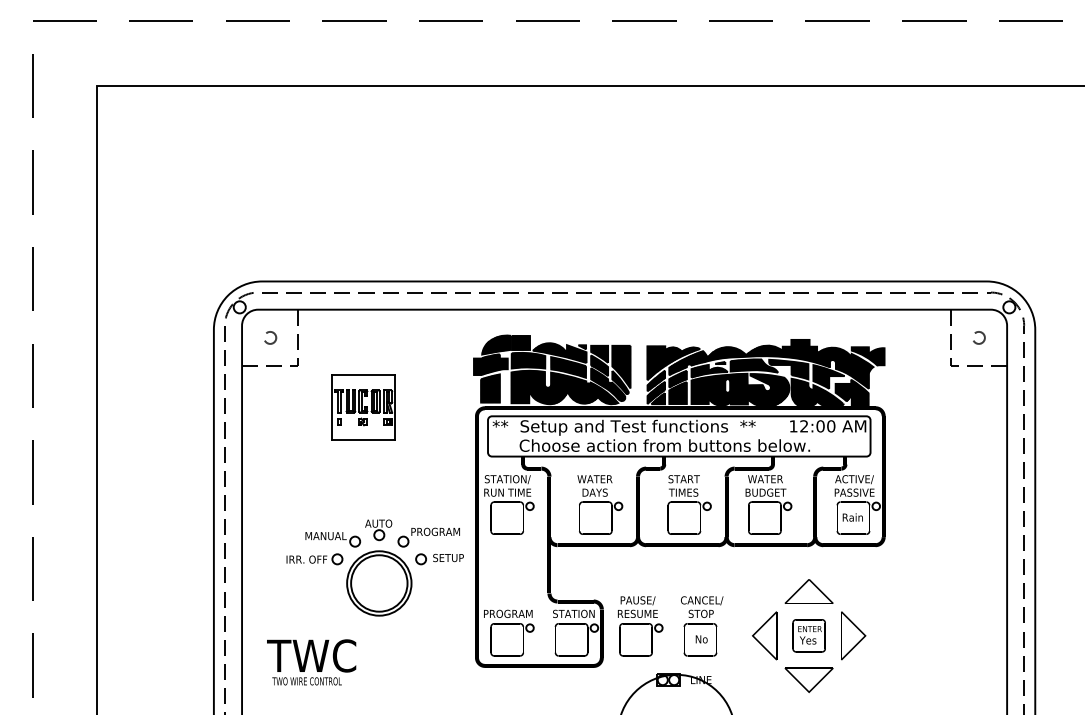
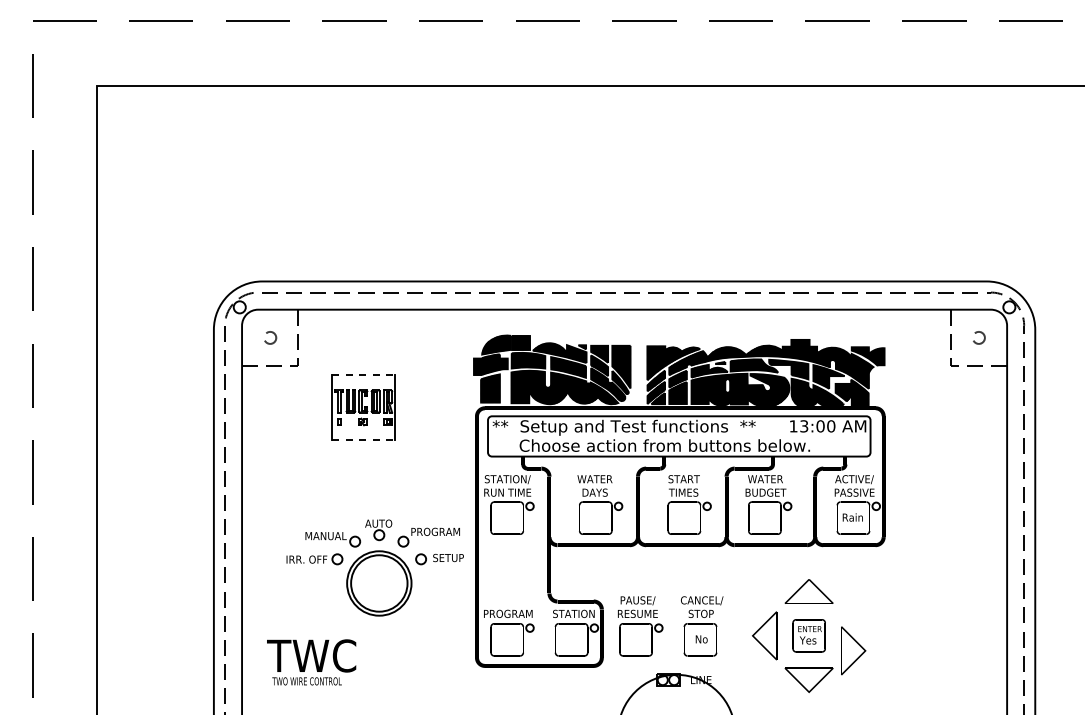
line at (363, 374): solid -> dashed
text at (804, 426): 12:00 -> 13:00
line at (363, 440): solid -> dashed
part at (853, 635) position: (853, 635) -> (853, 650)
